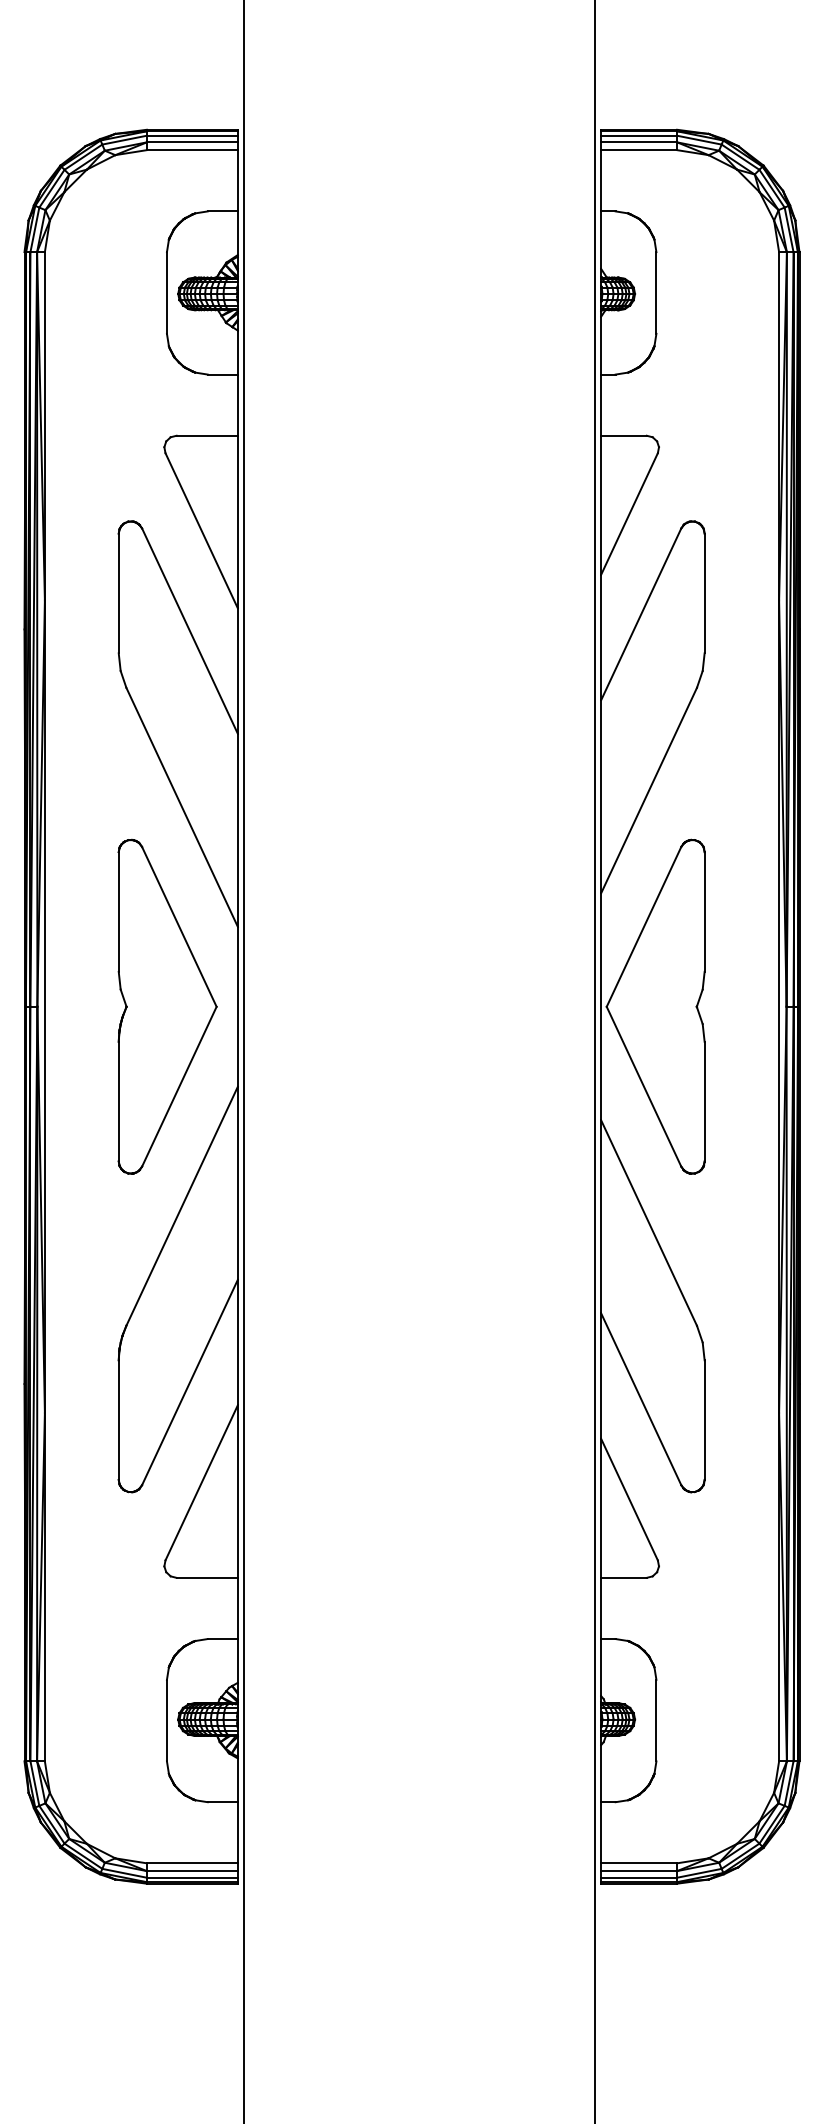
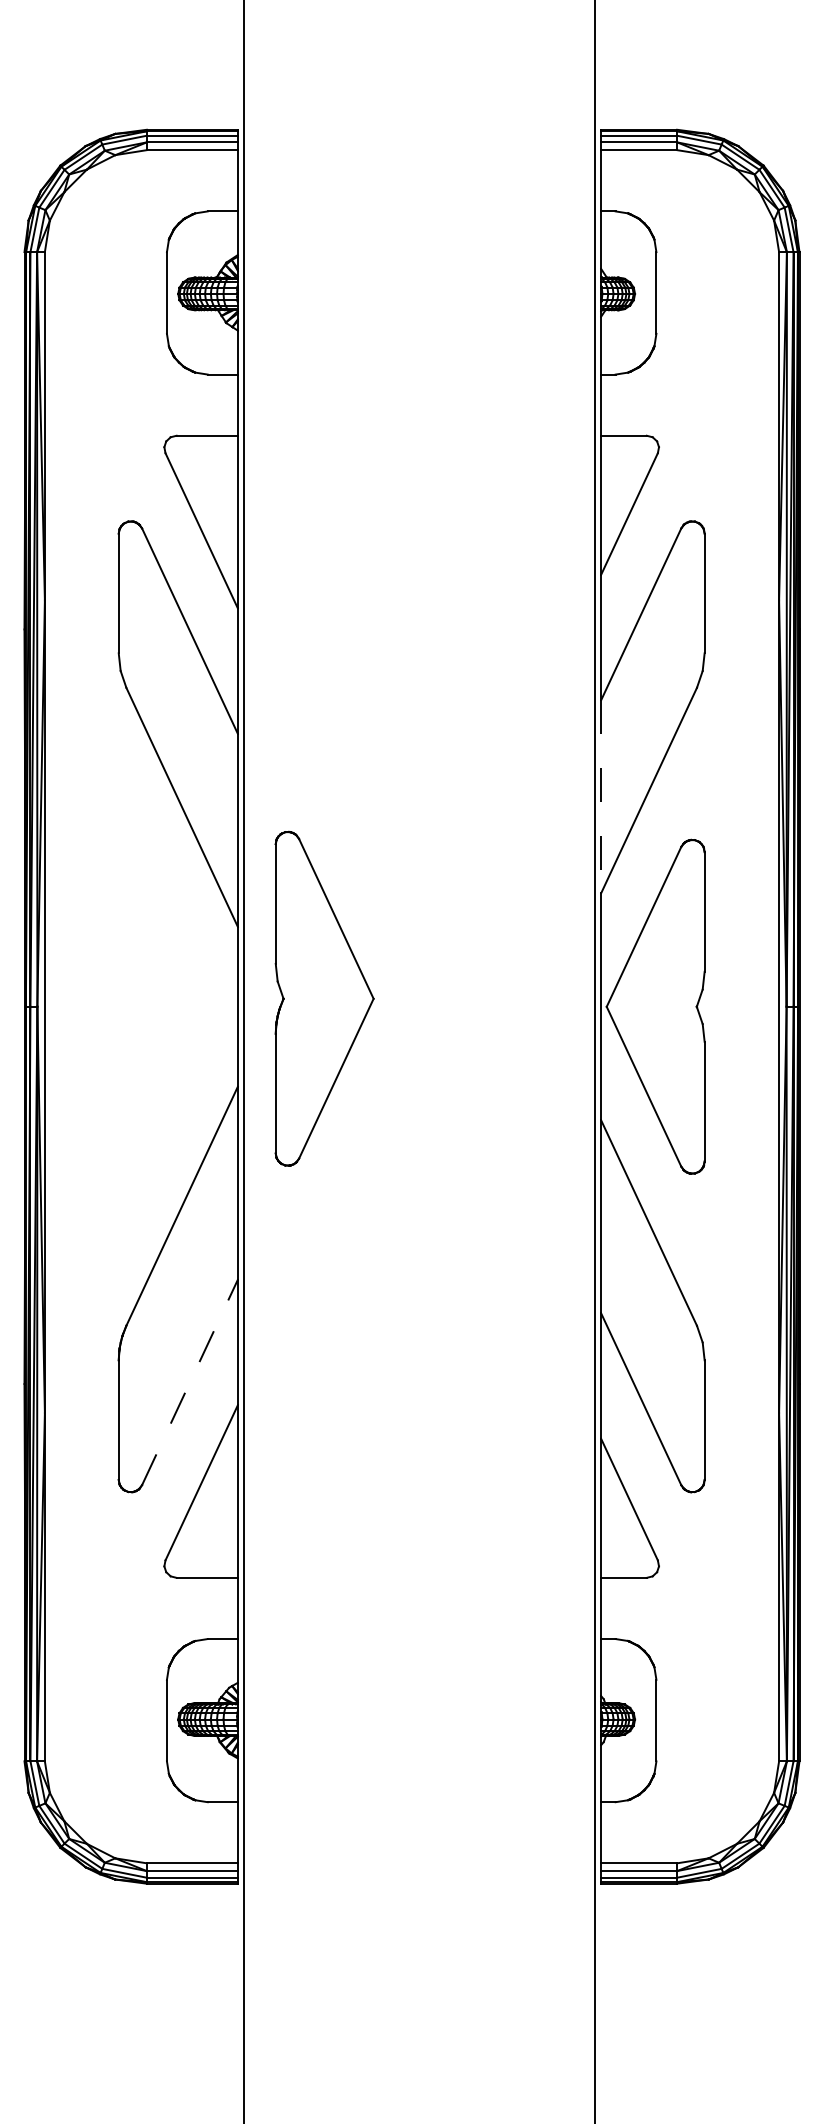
line at (601, 796): solid -> dashed
part at (167, 1006) position: (167, 1006) -> (324, 998)
line at (190, 1382): solid -> dashed
